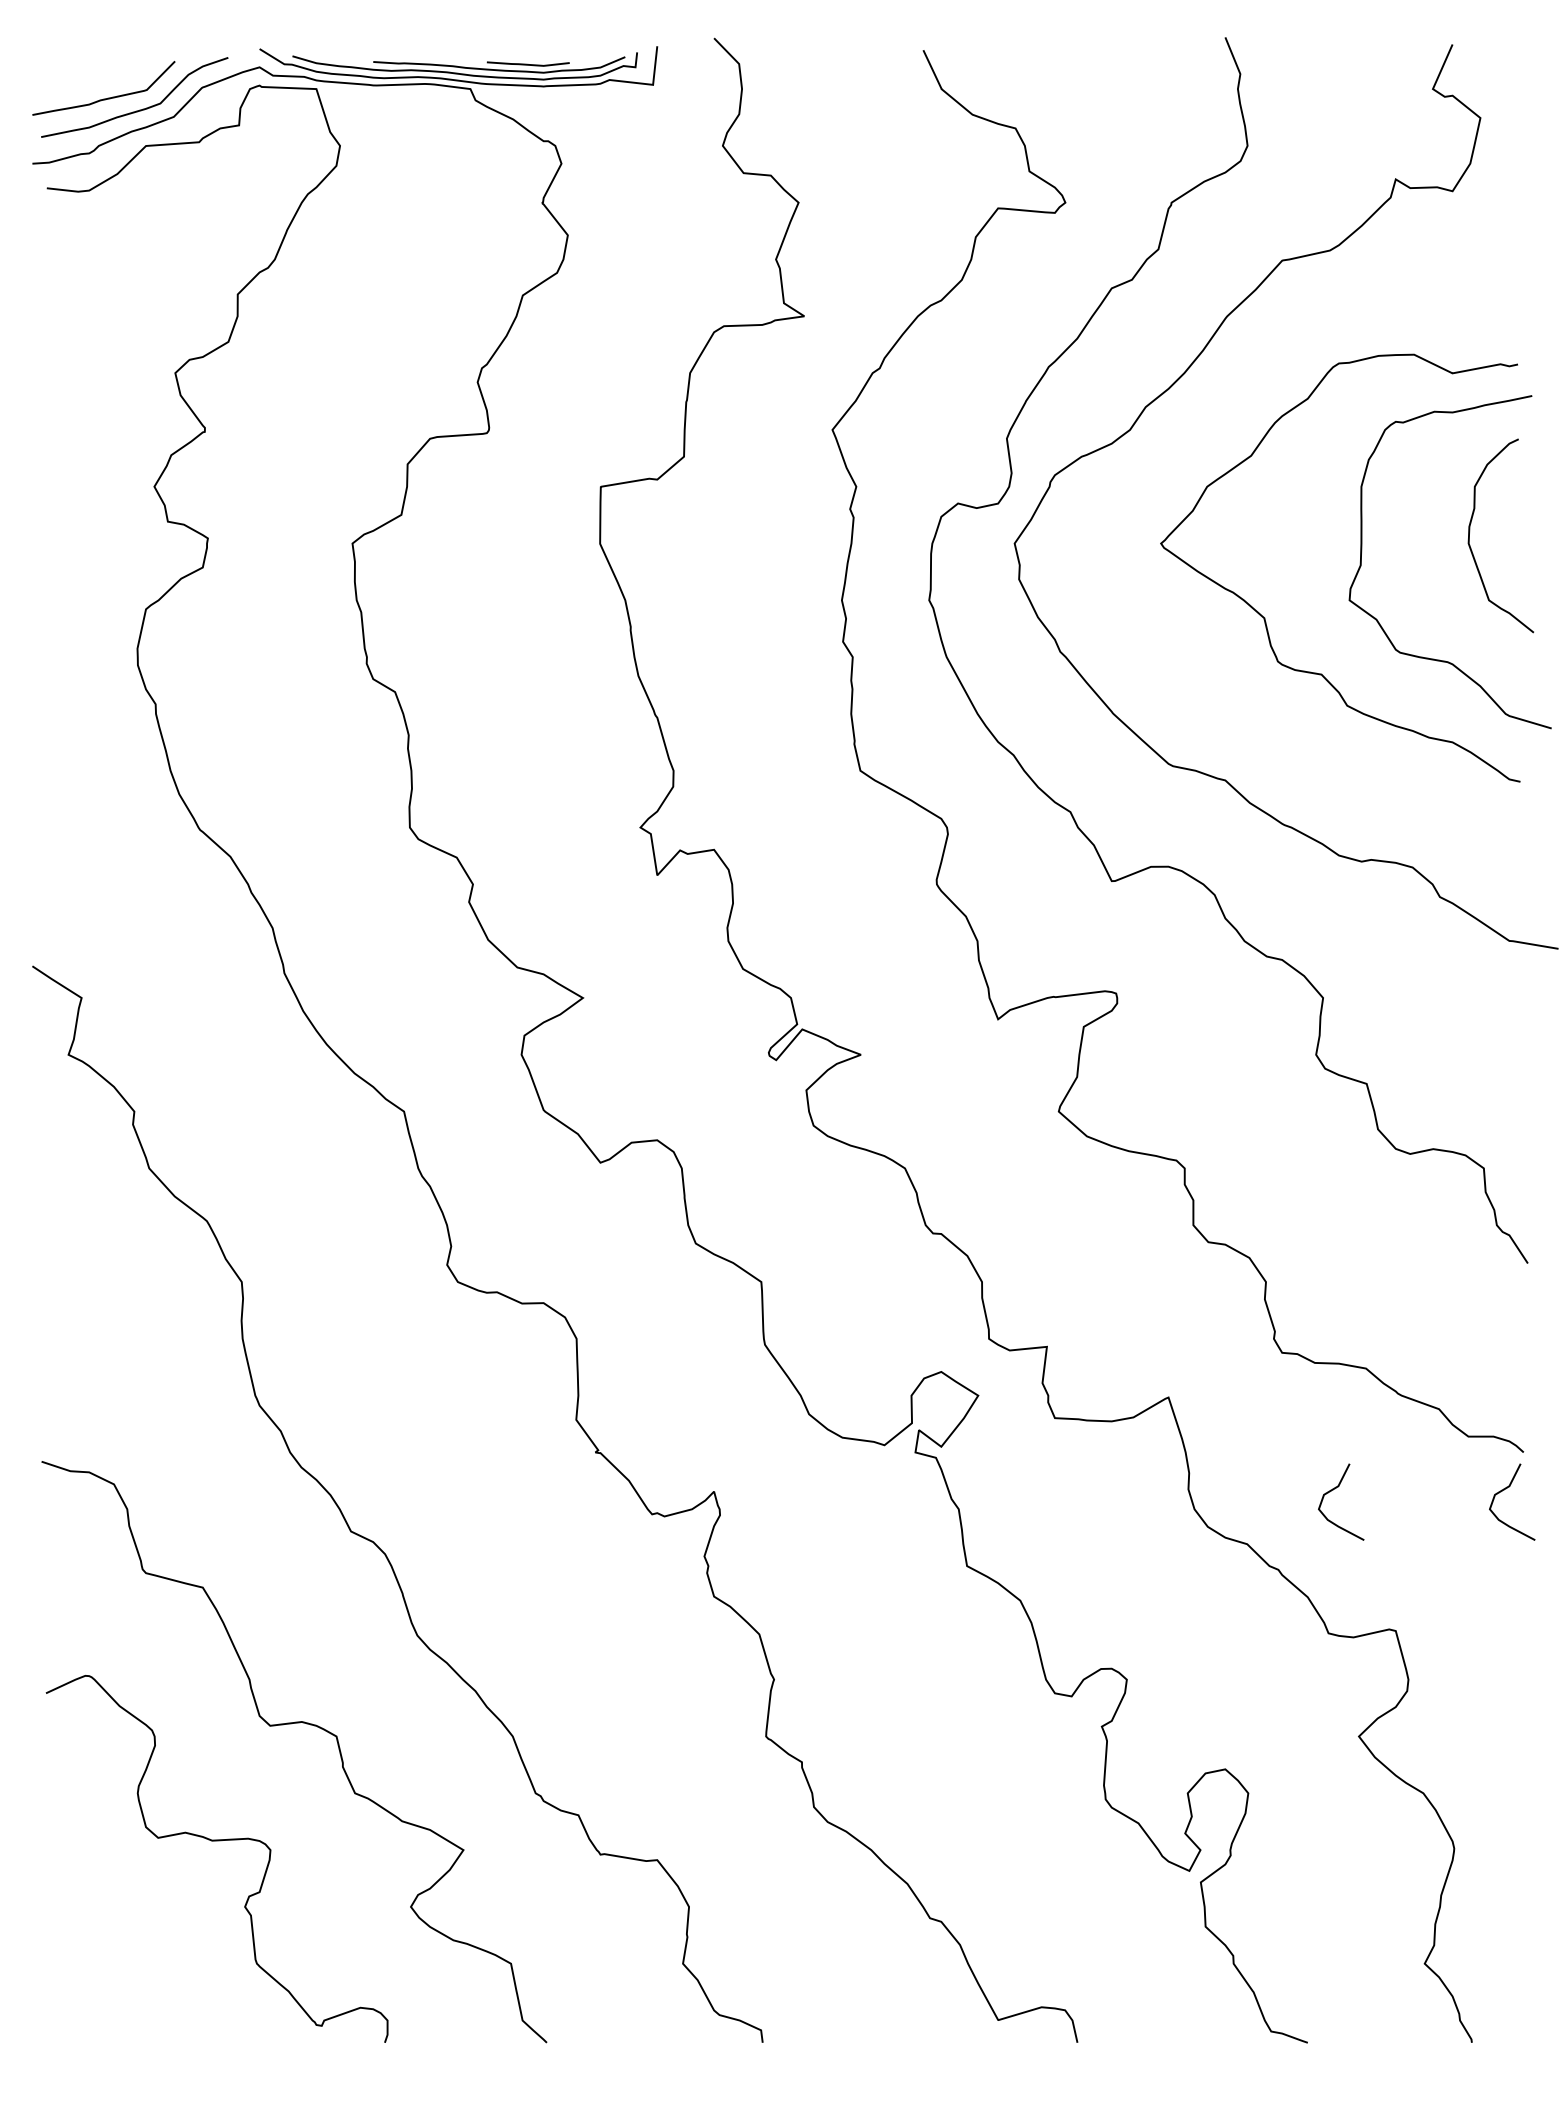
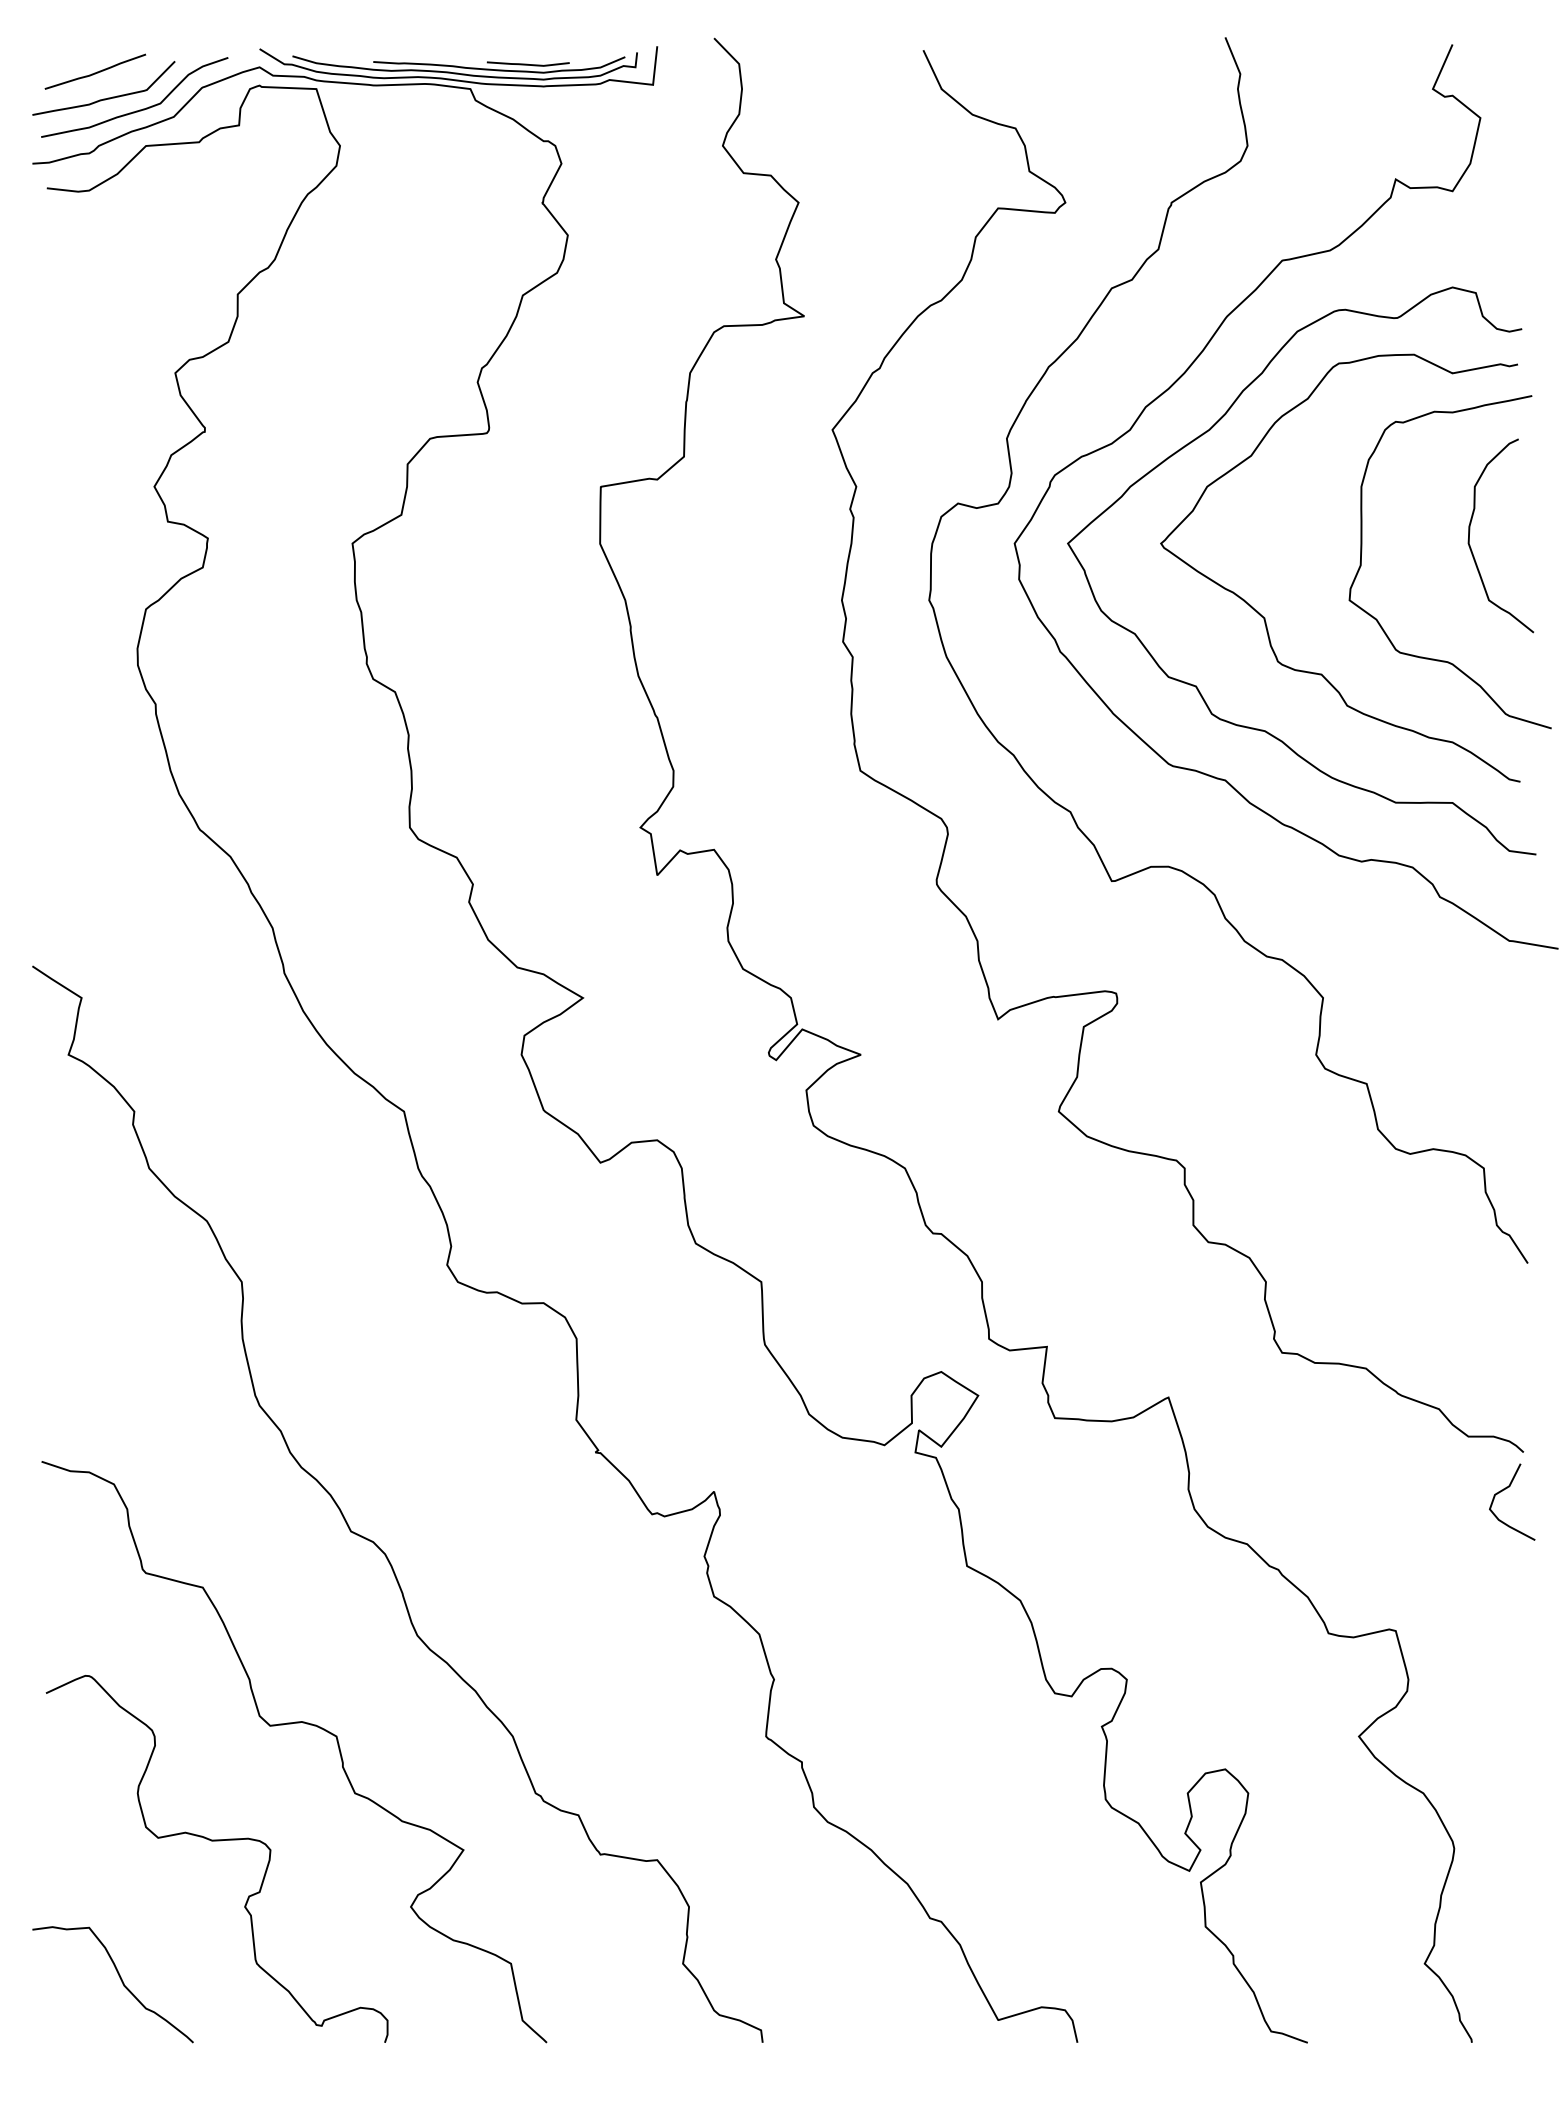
curve at (95, 72): none -> present
curve at (1196, 685): none -> present
curve at (1335, 1489): present -> none
curve at (120, 1980): none -> present
